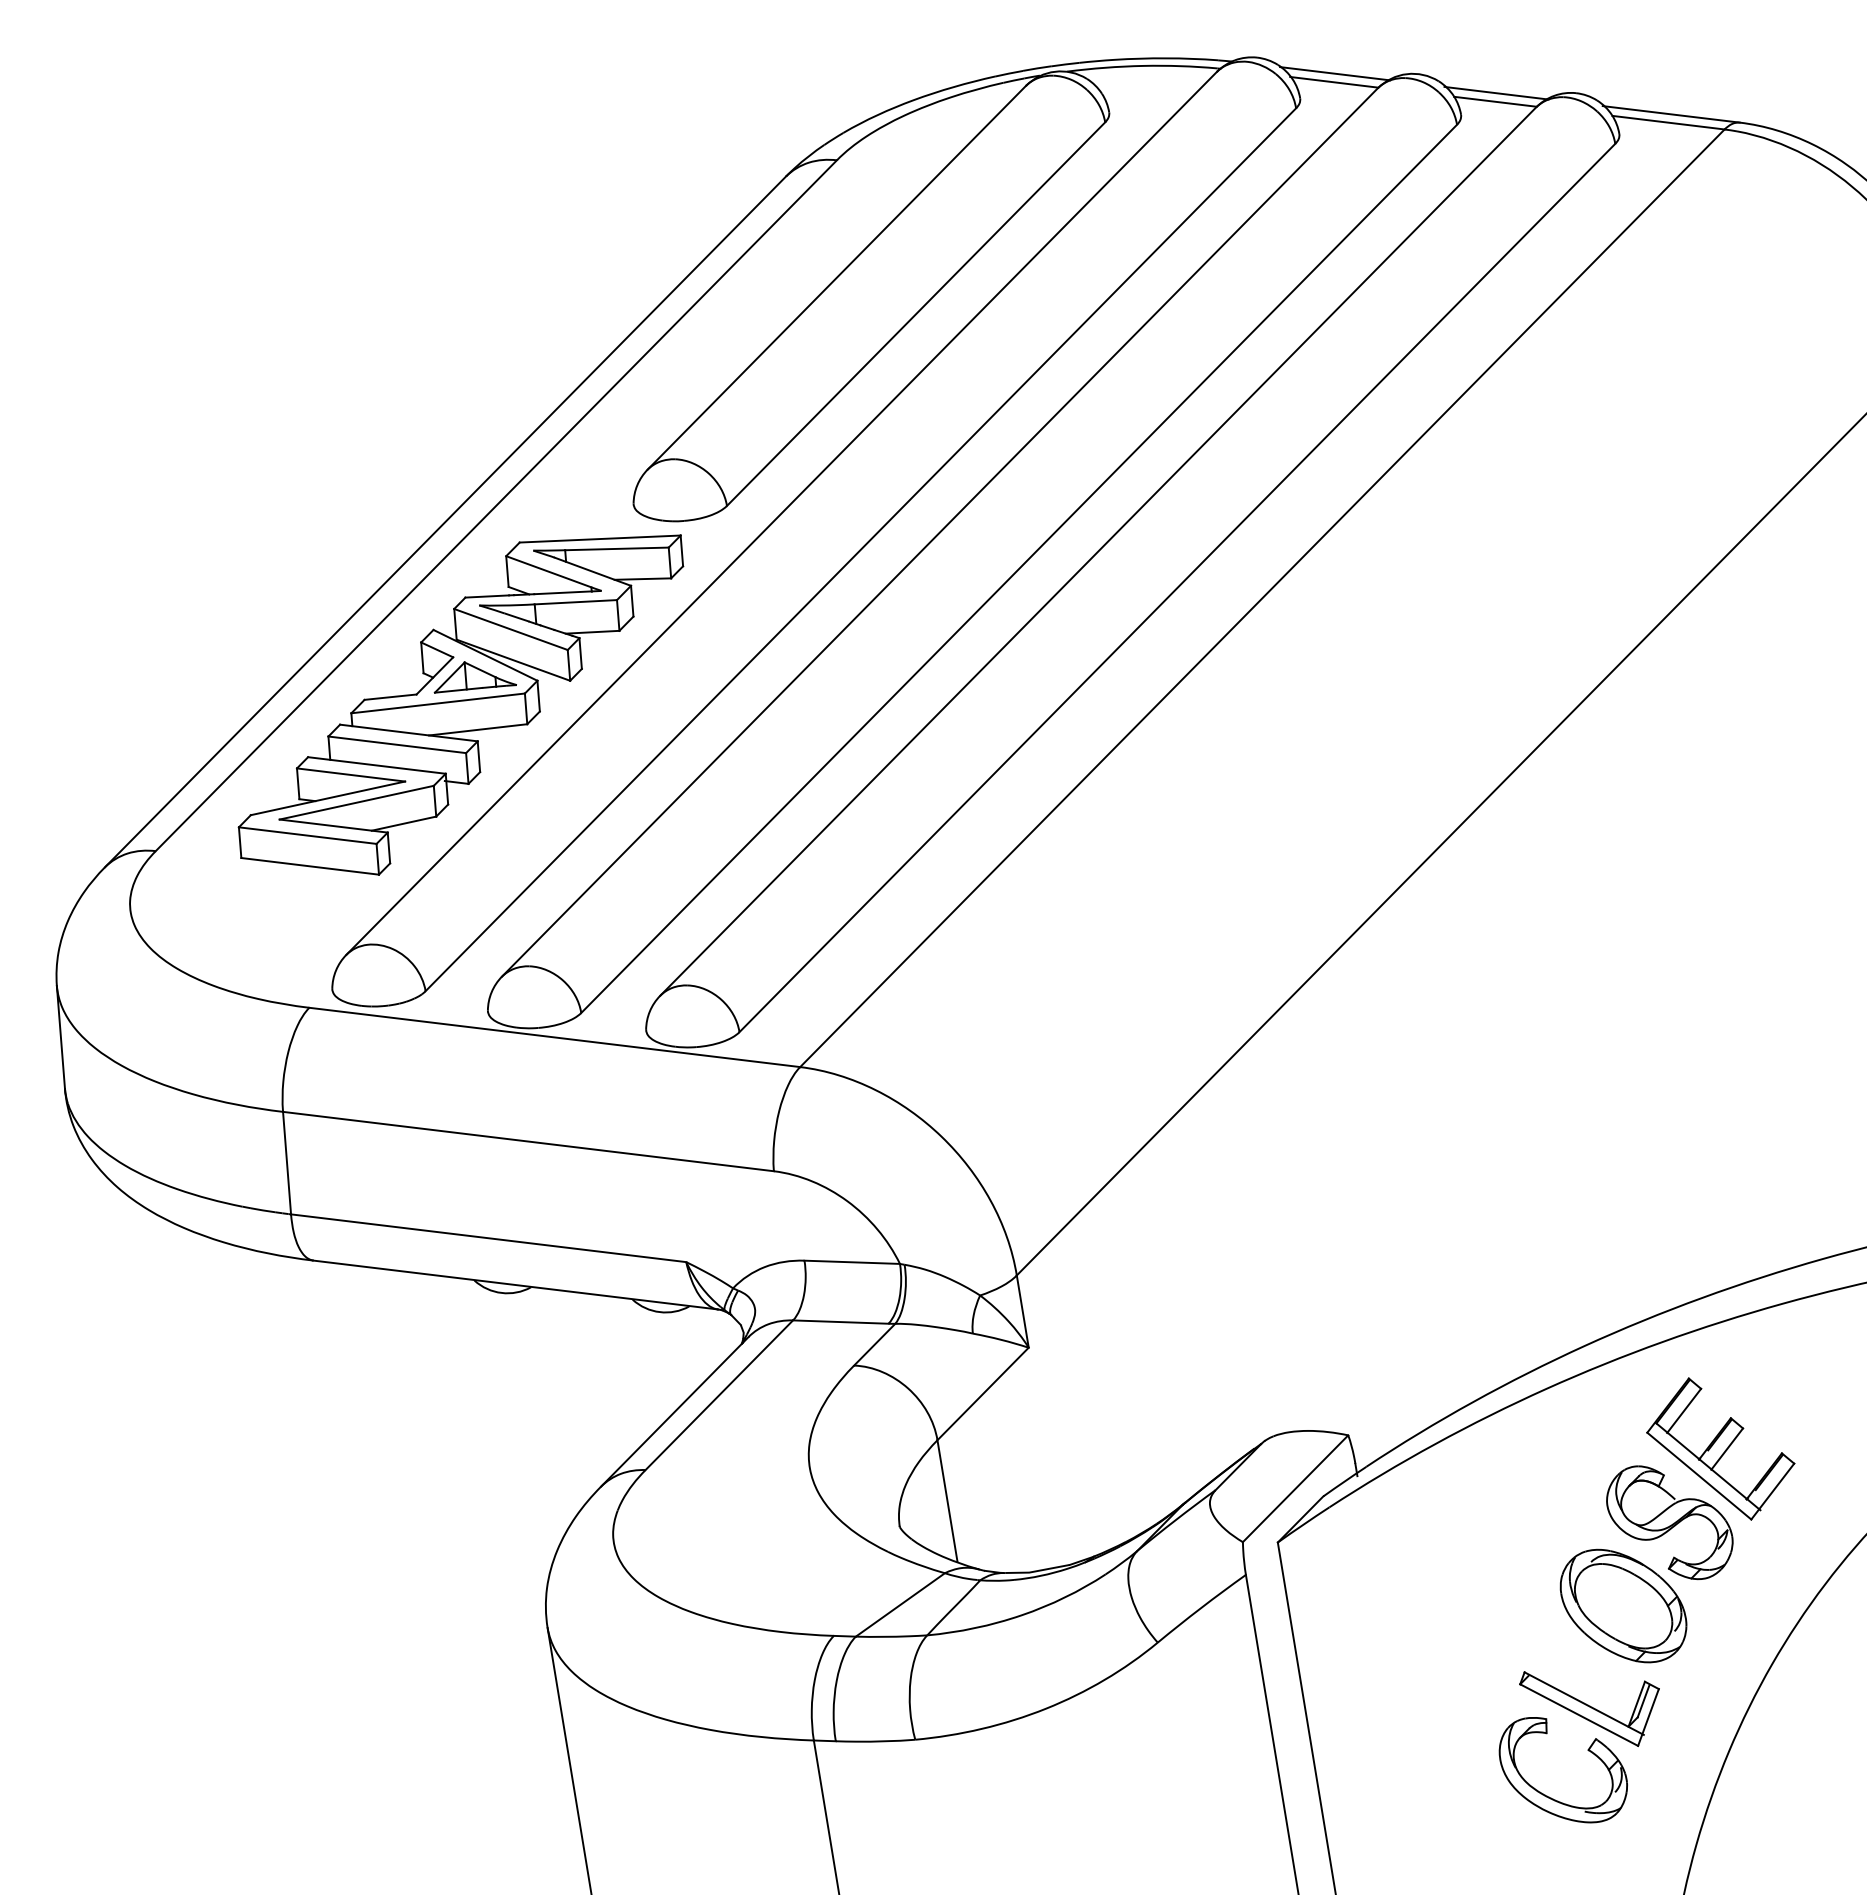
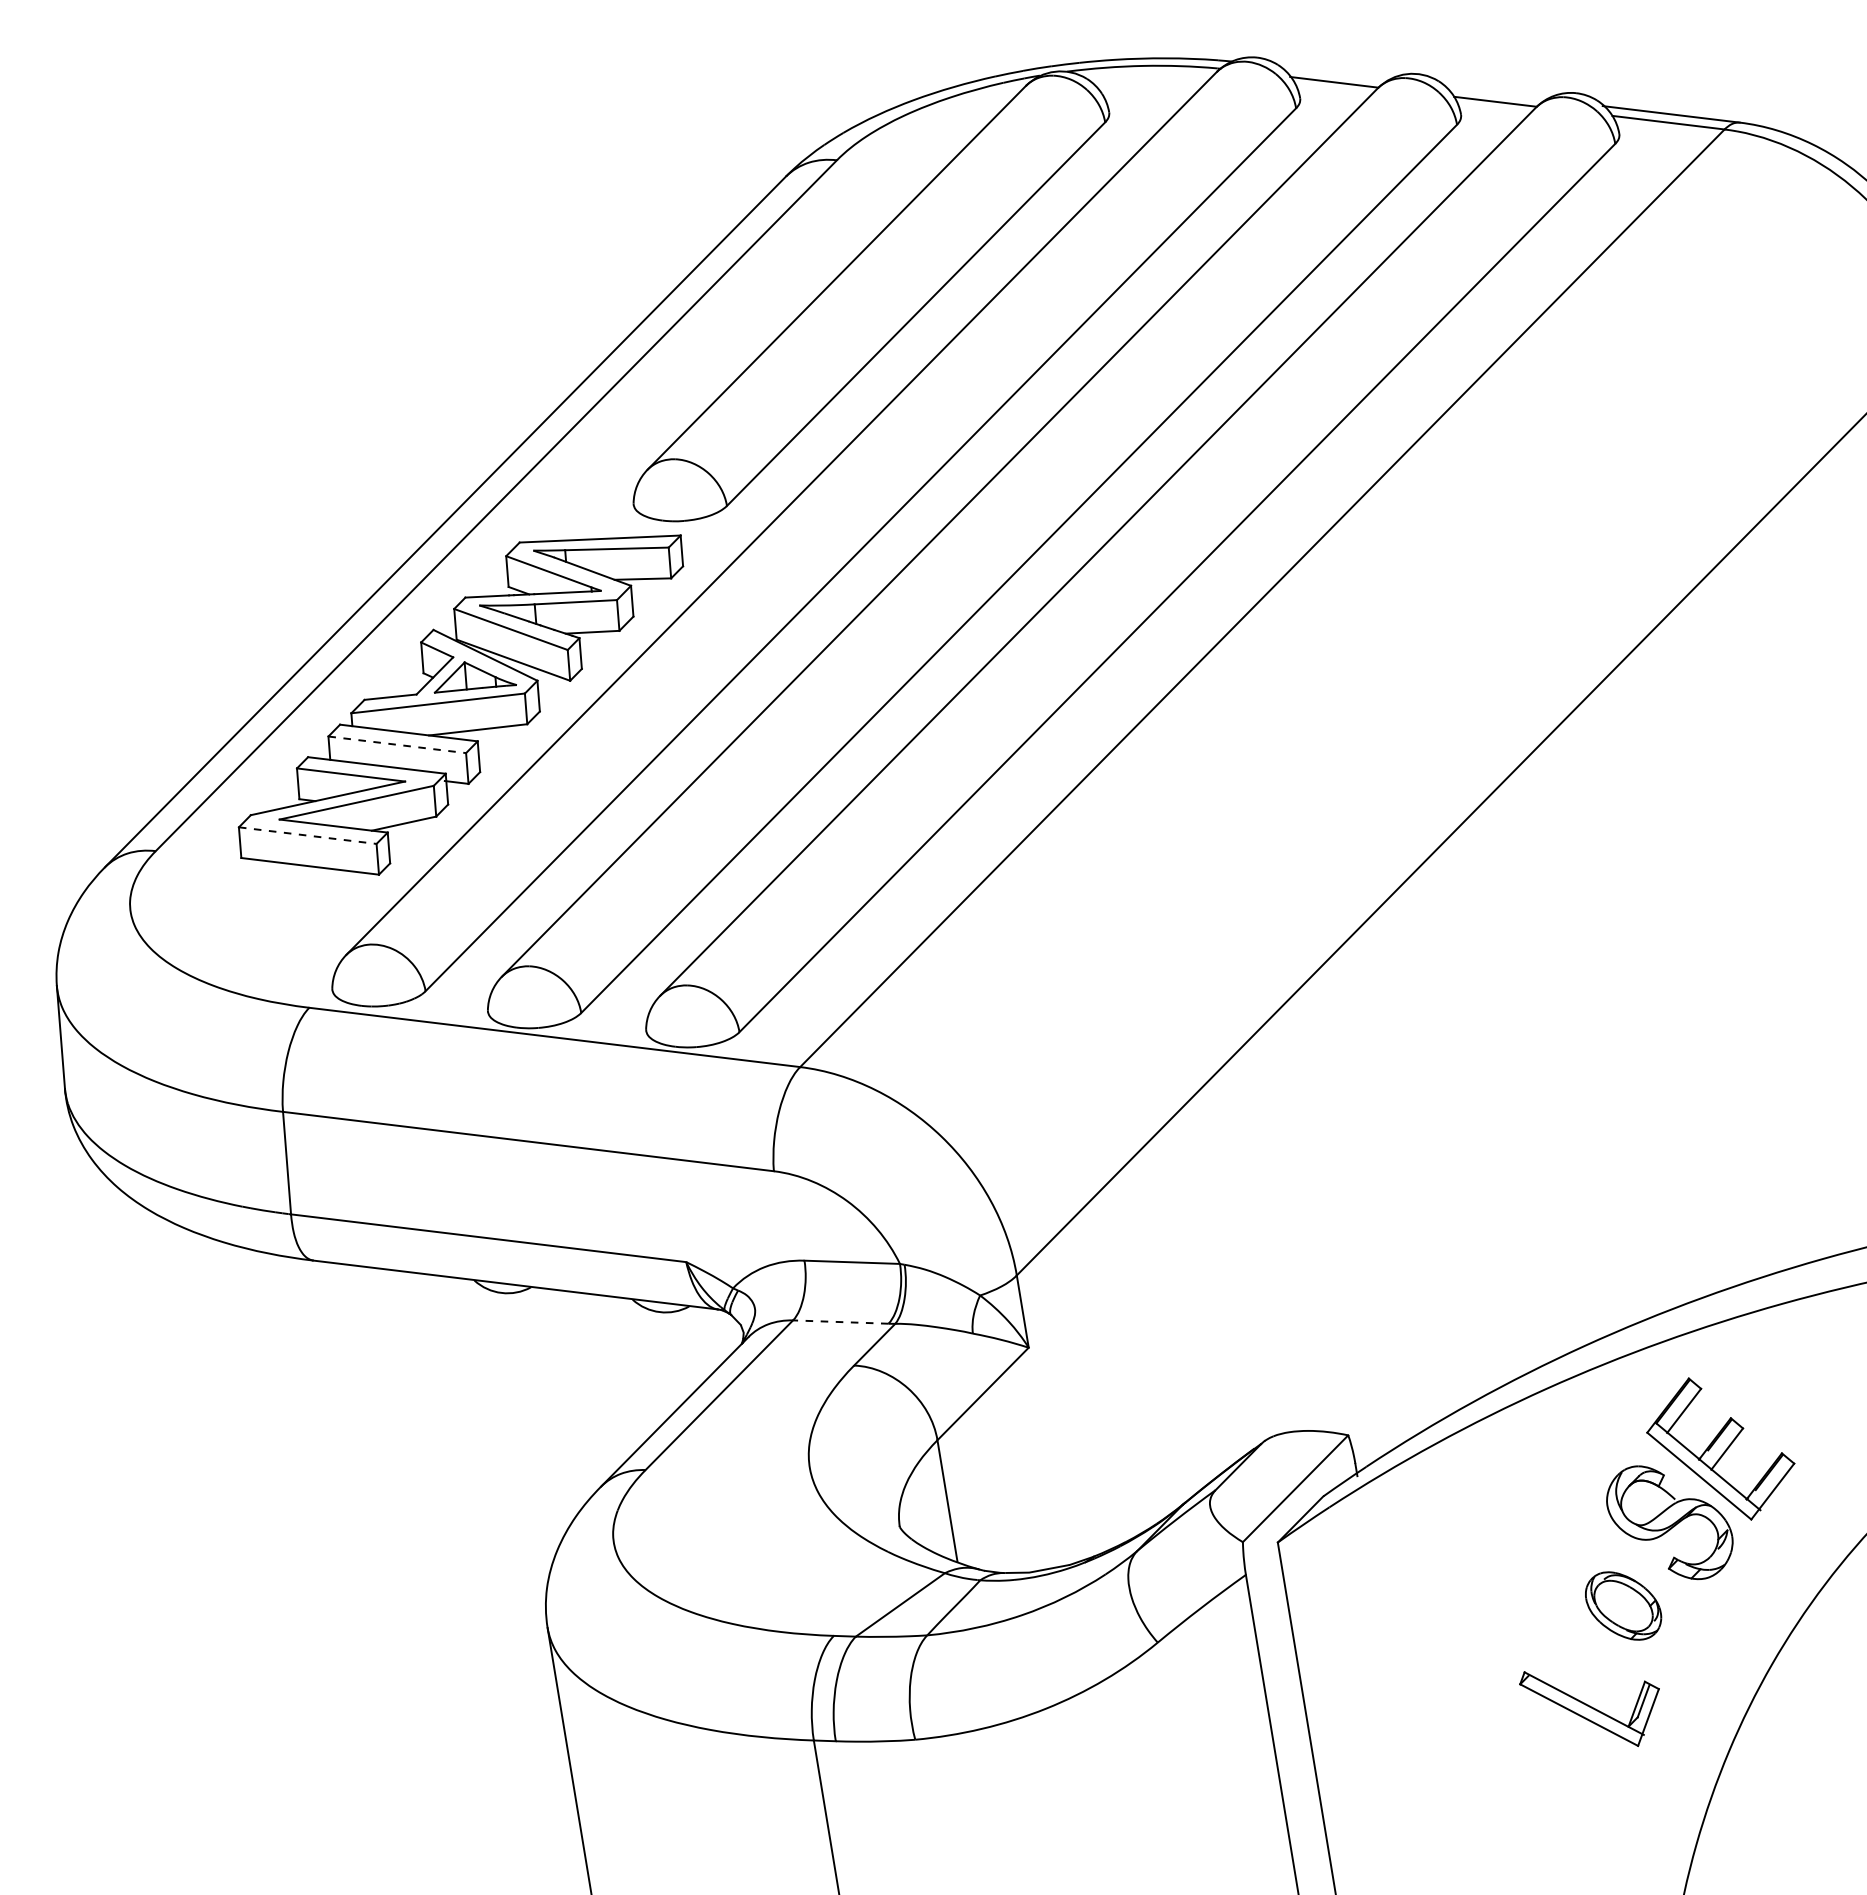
line at (1335, 73): present -> none
line at (1496, 92): present -> none
line at (397, 744): solid -> dashed
line at (308, 835): solid -> dashed
line at (840, 1322): solid -> dashed
part at (1623, 1605) size: 129x116 px -> 78x70 px
part at (1549, 1796): present -> none
